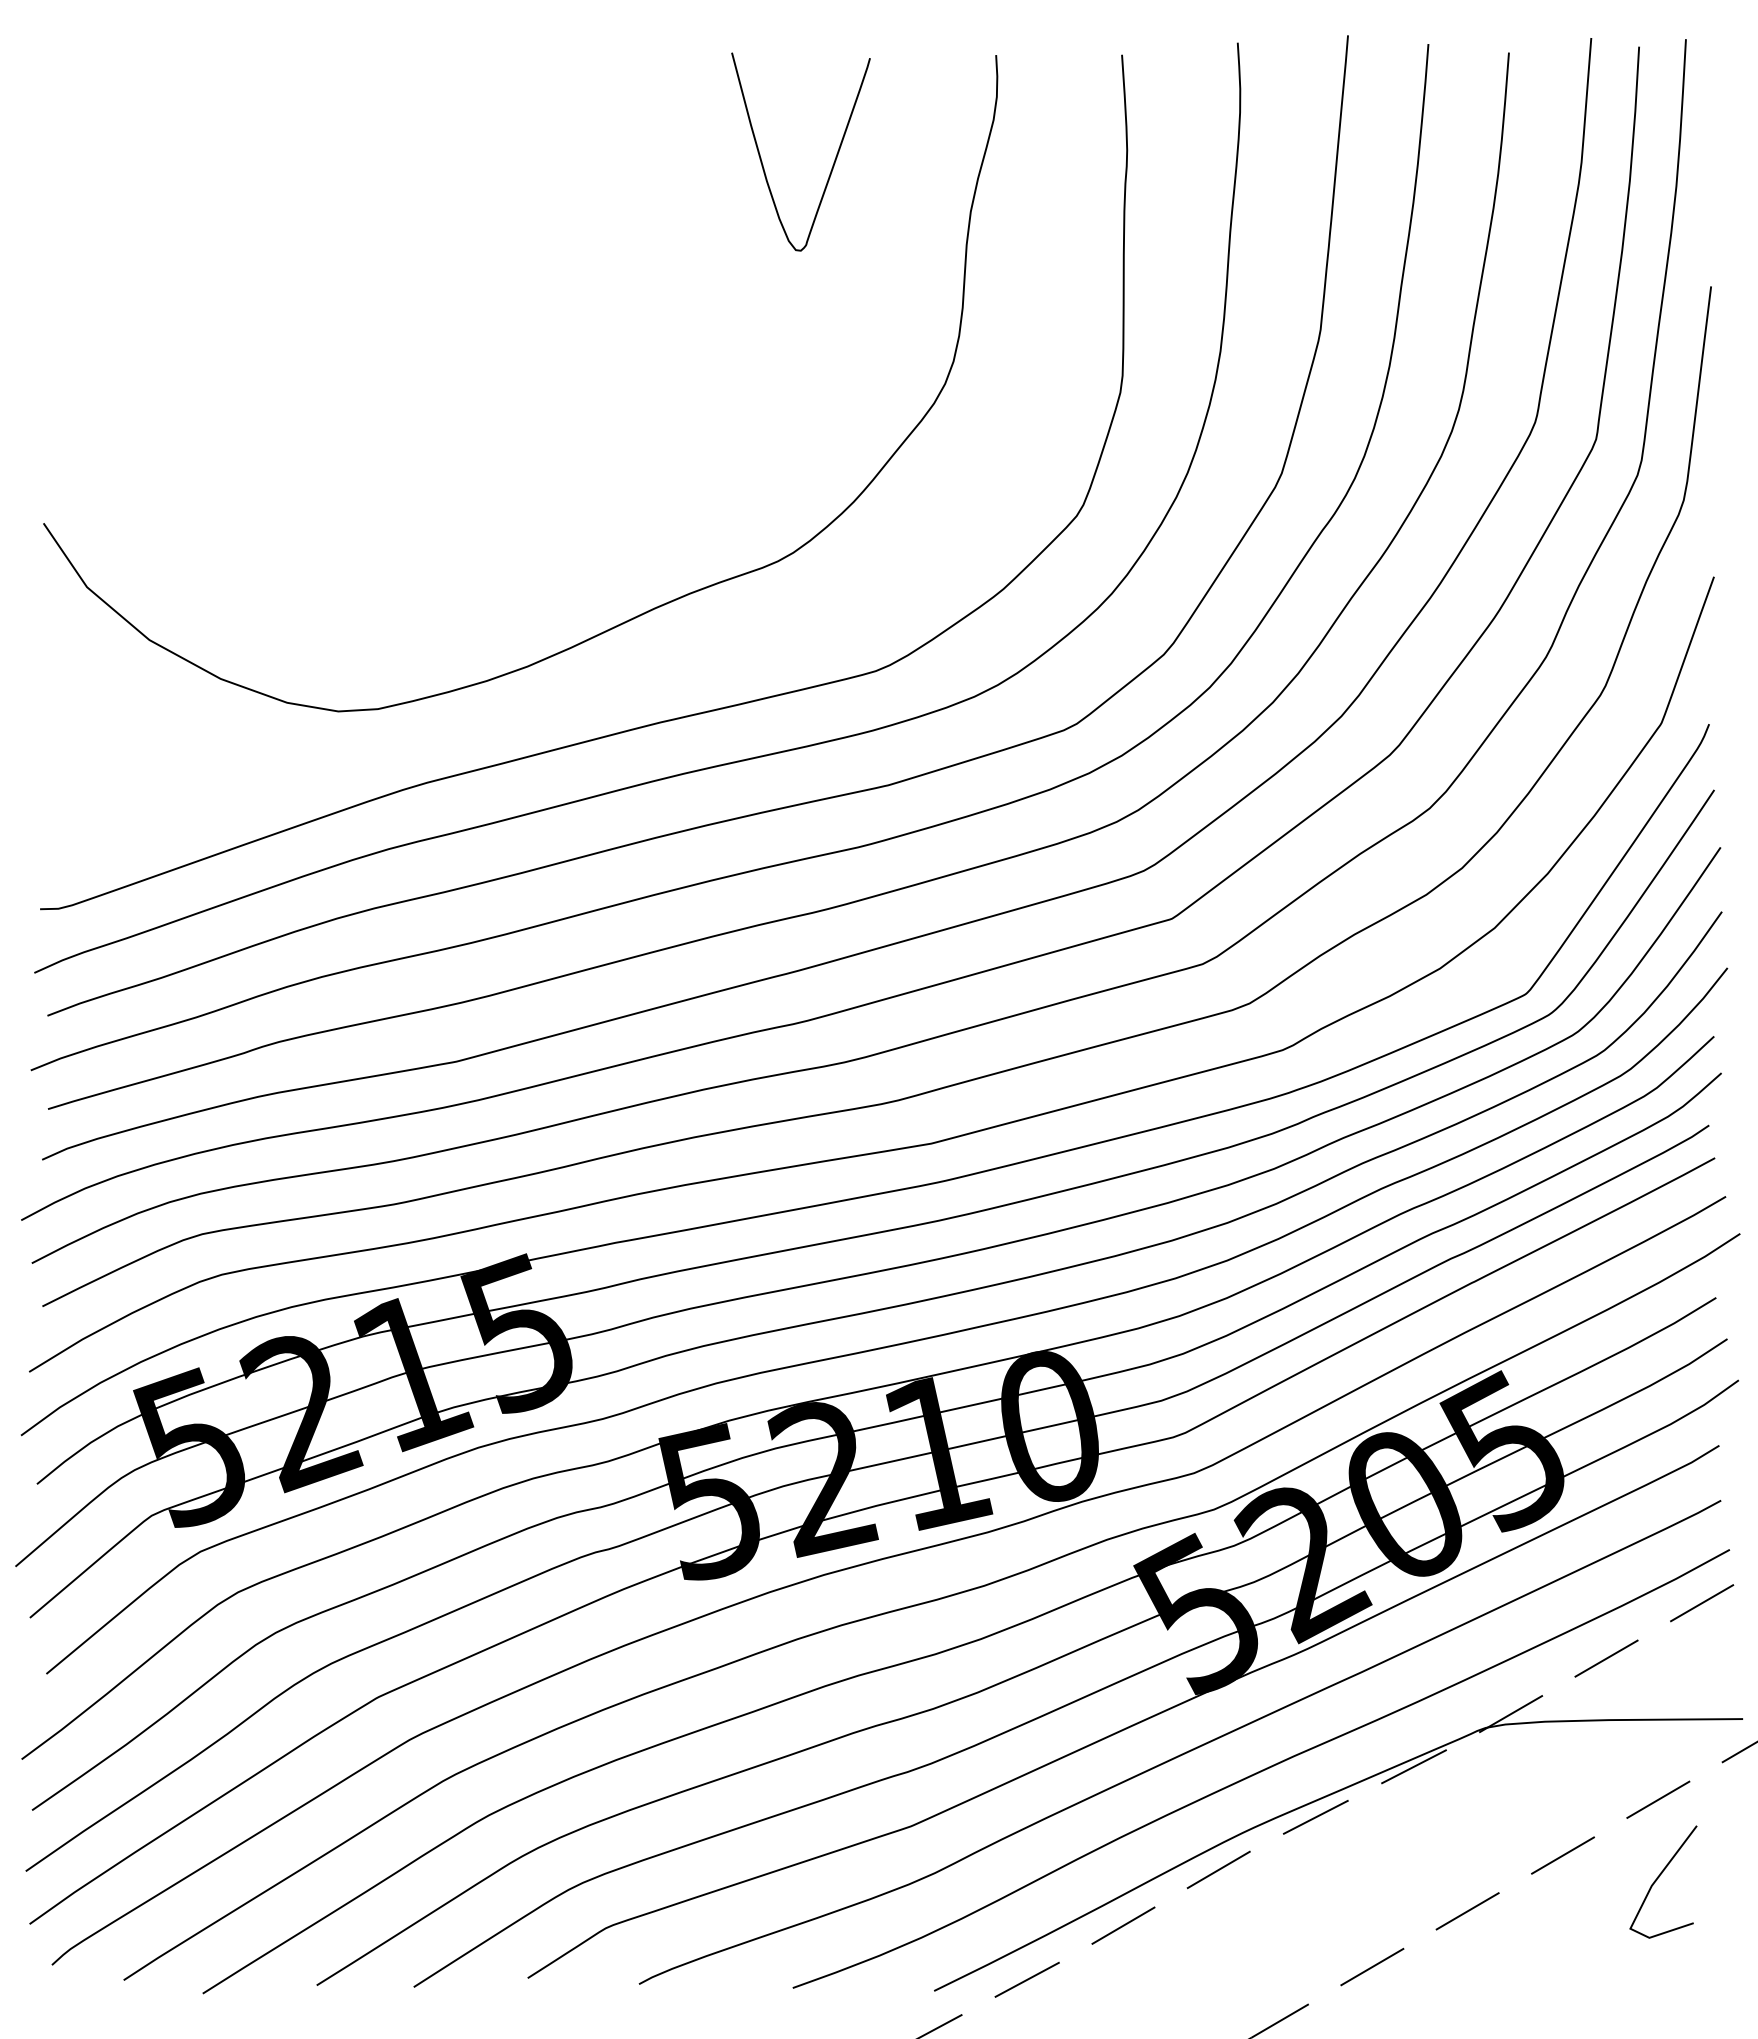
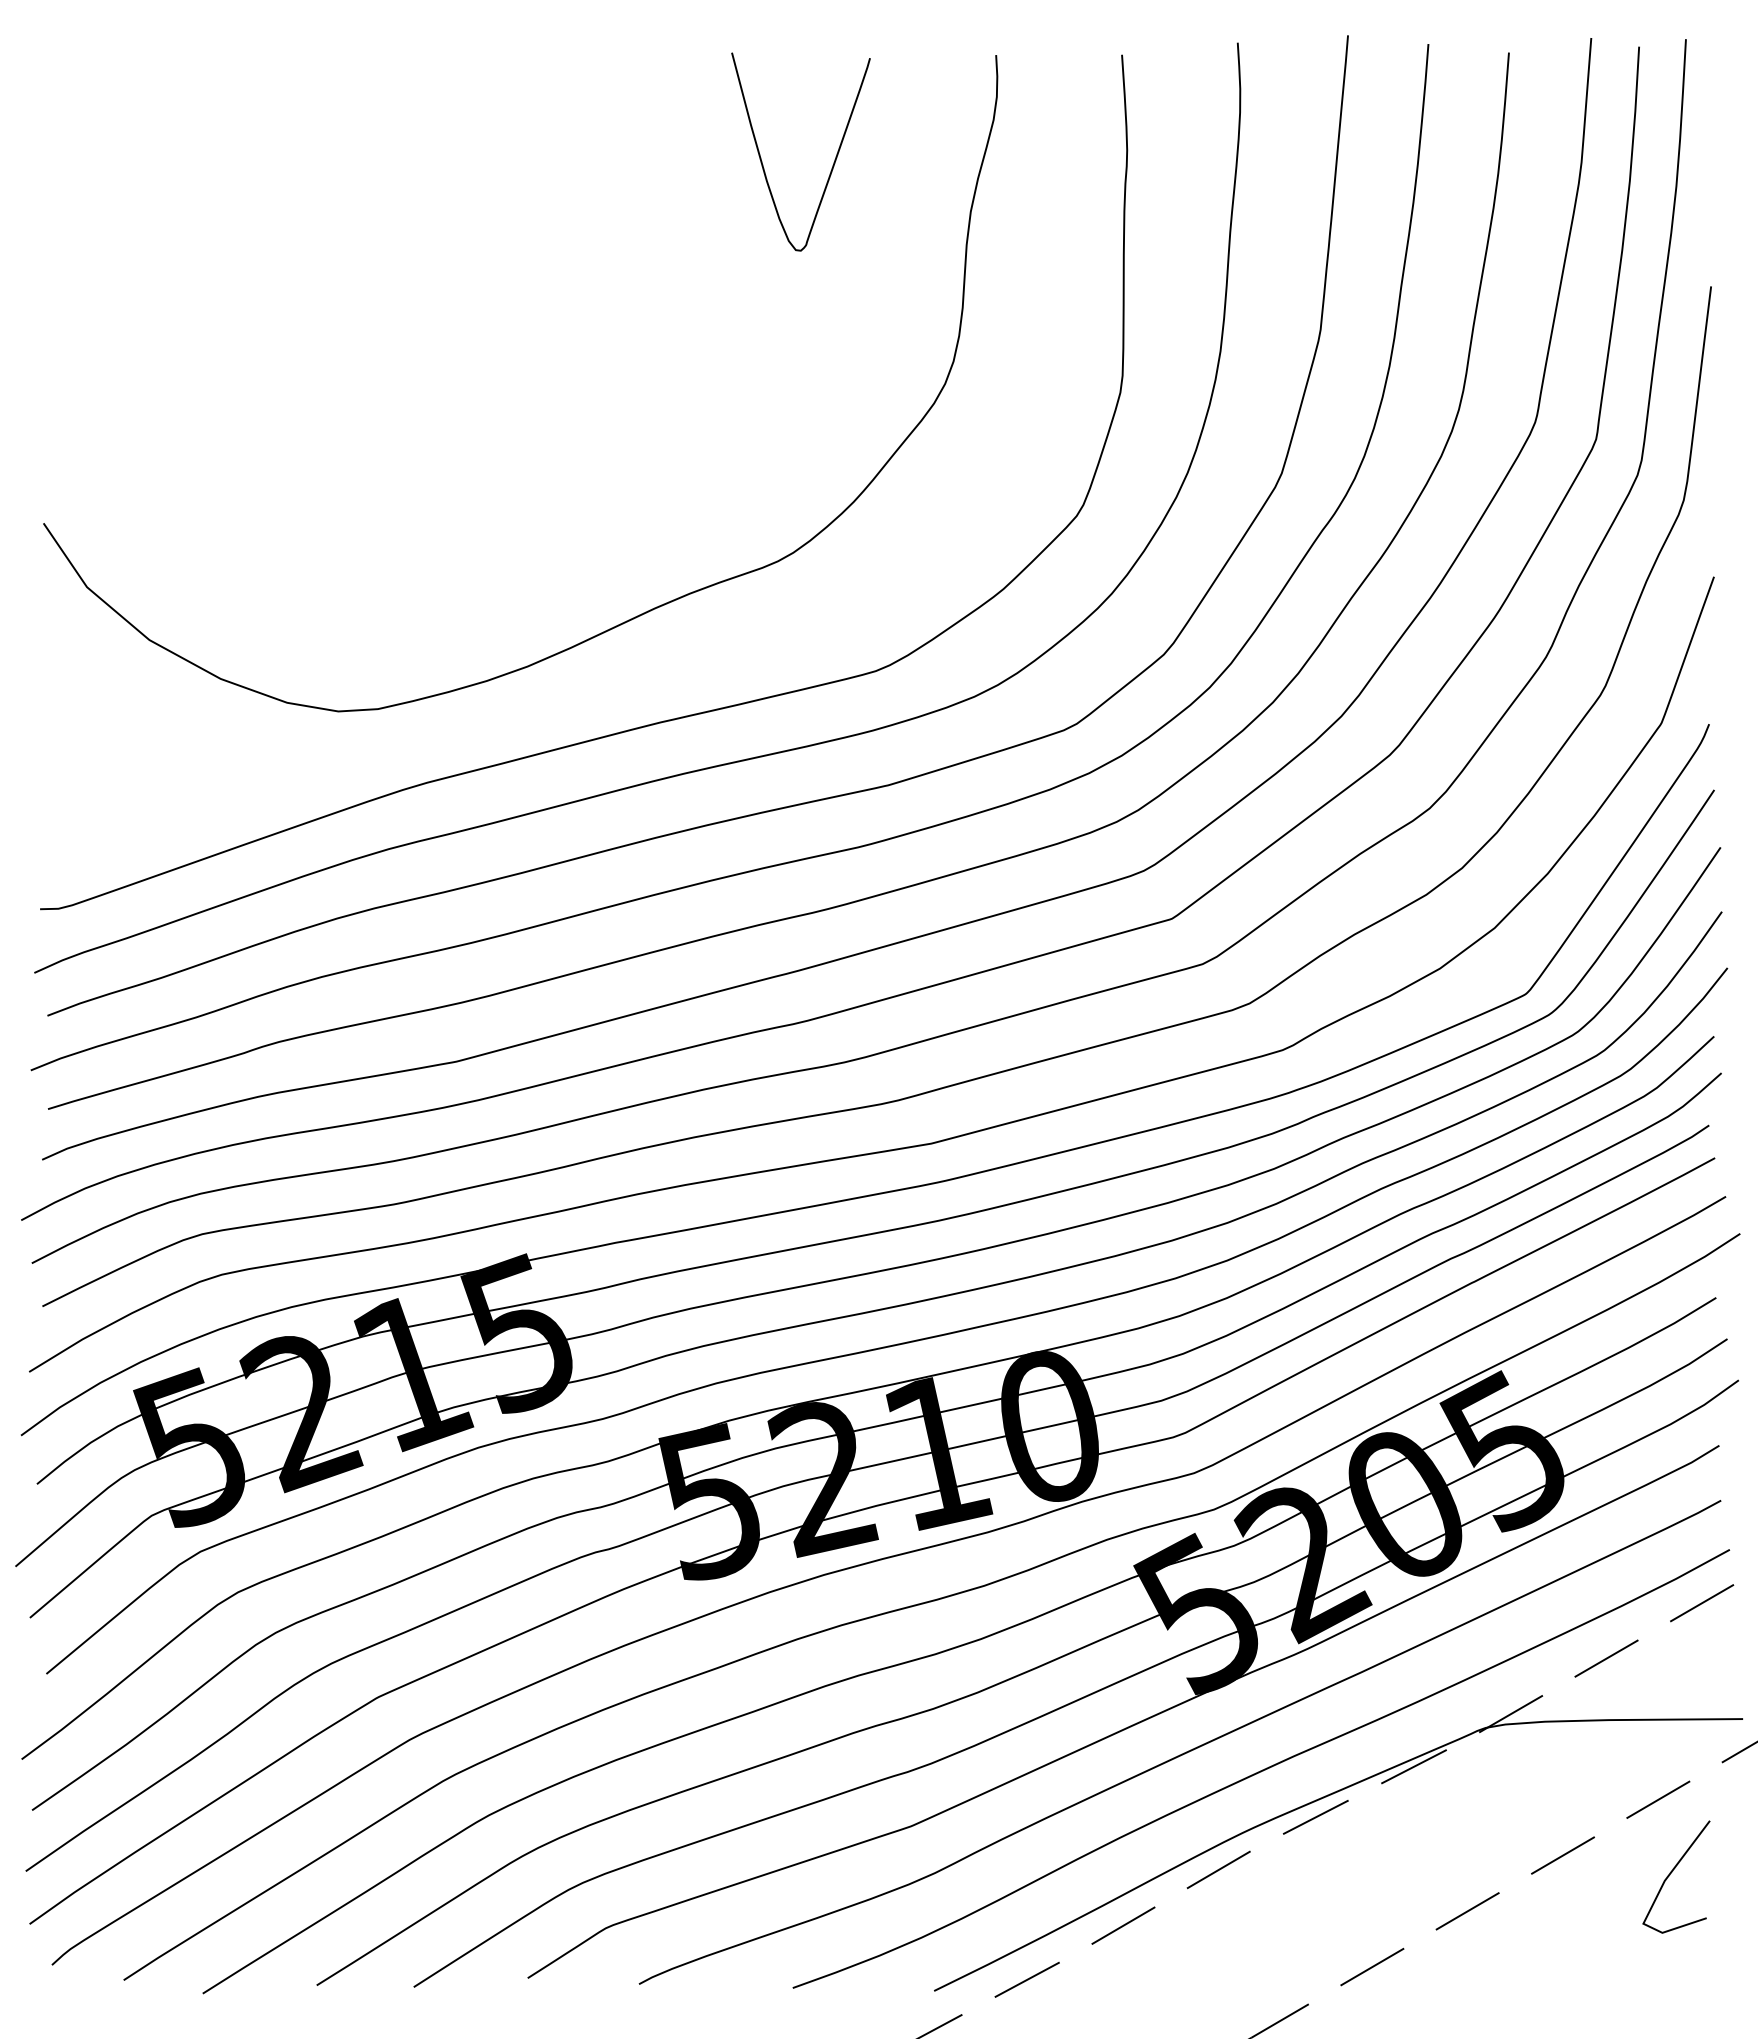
line at (1659, 1877) position: (1659, 1877) -> (1672, 1872)
